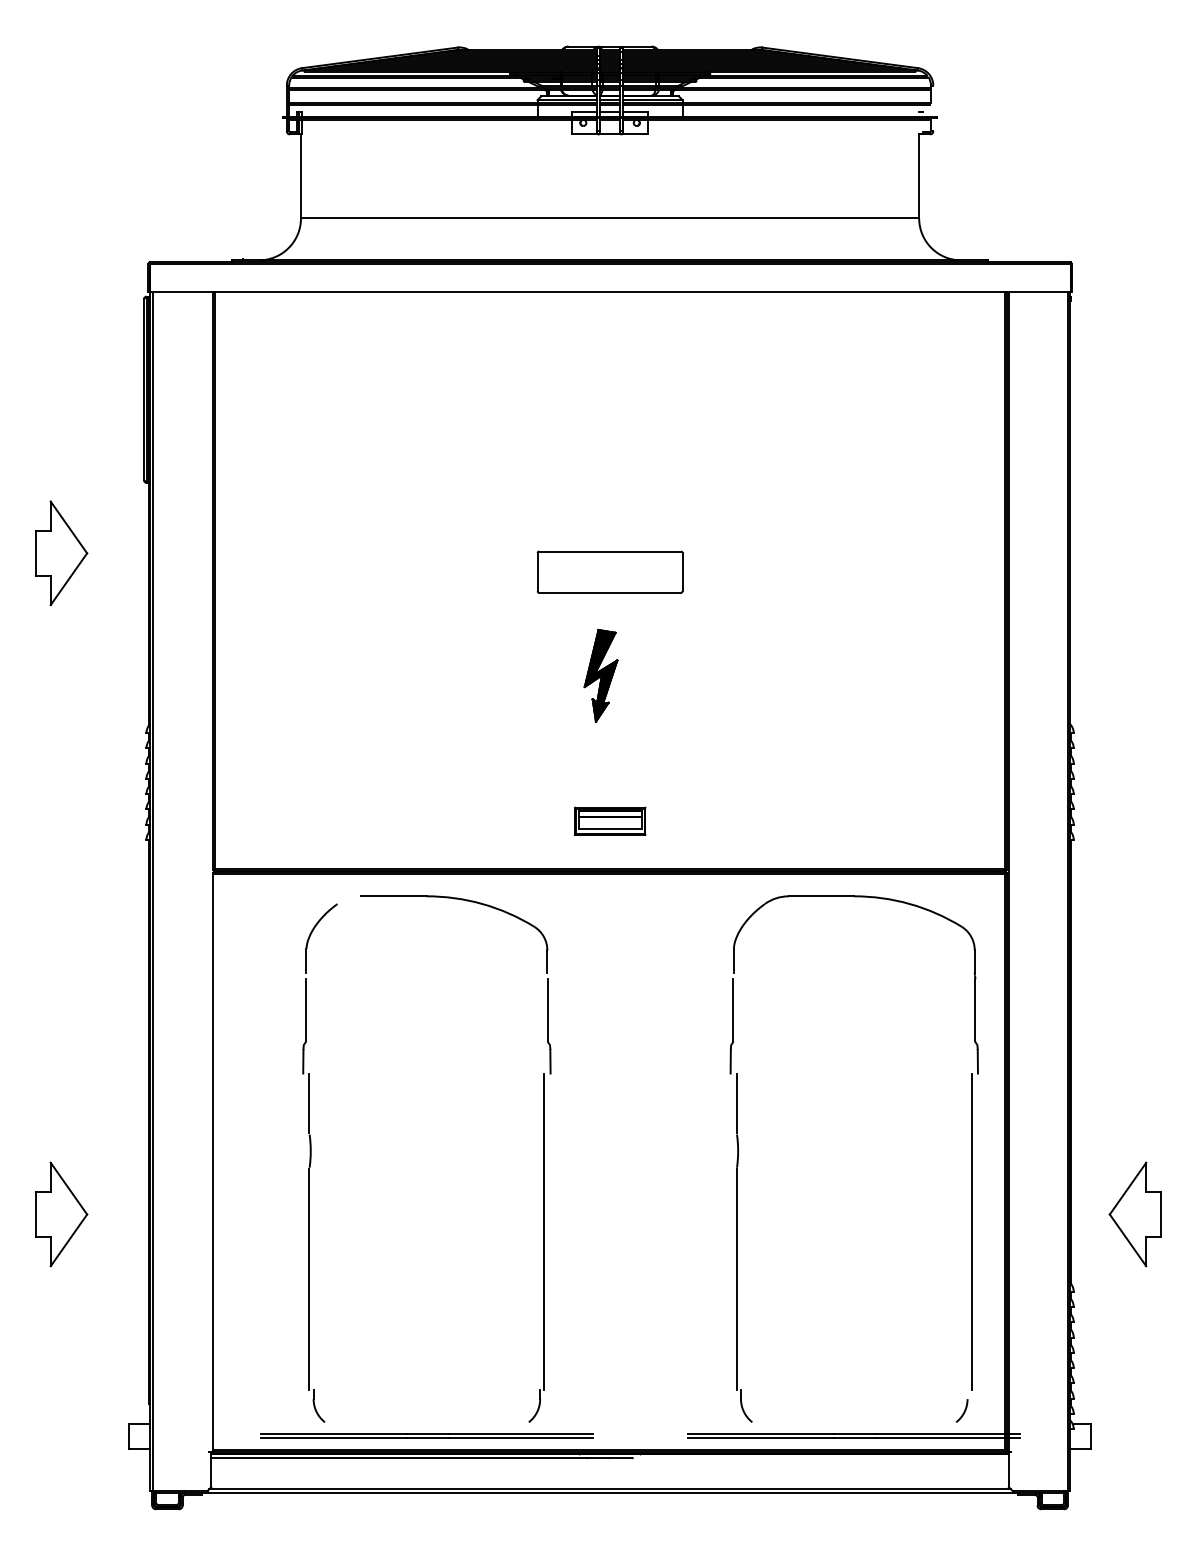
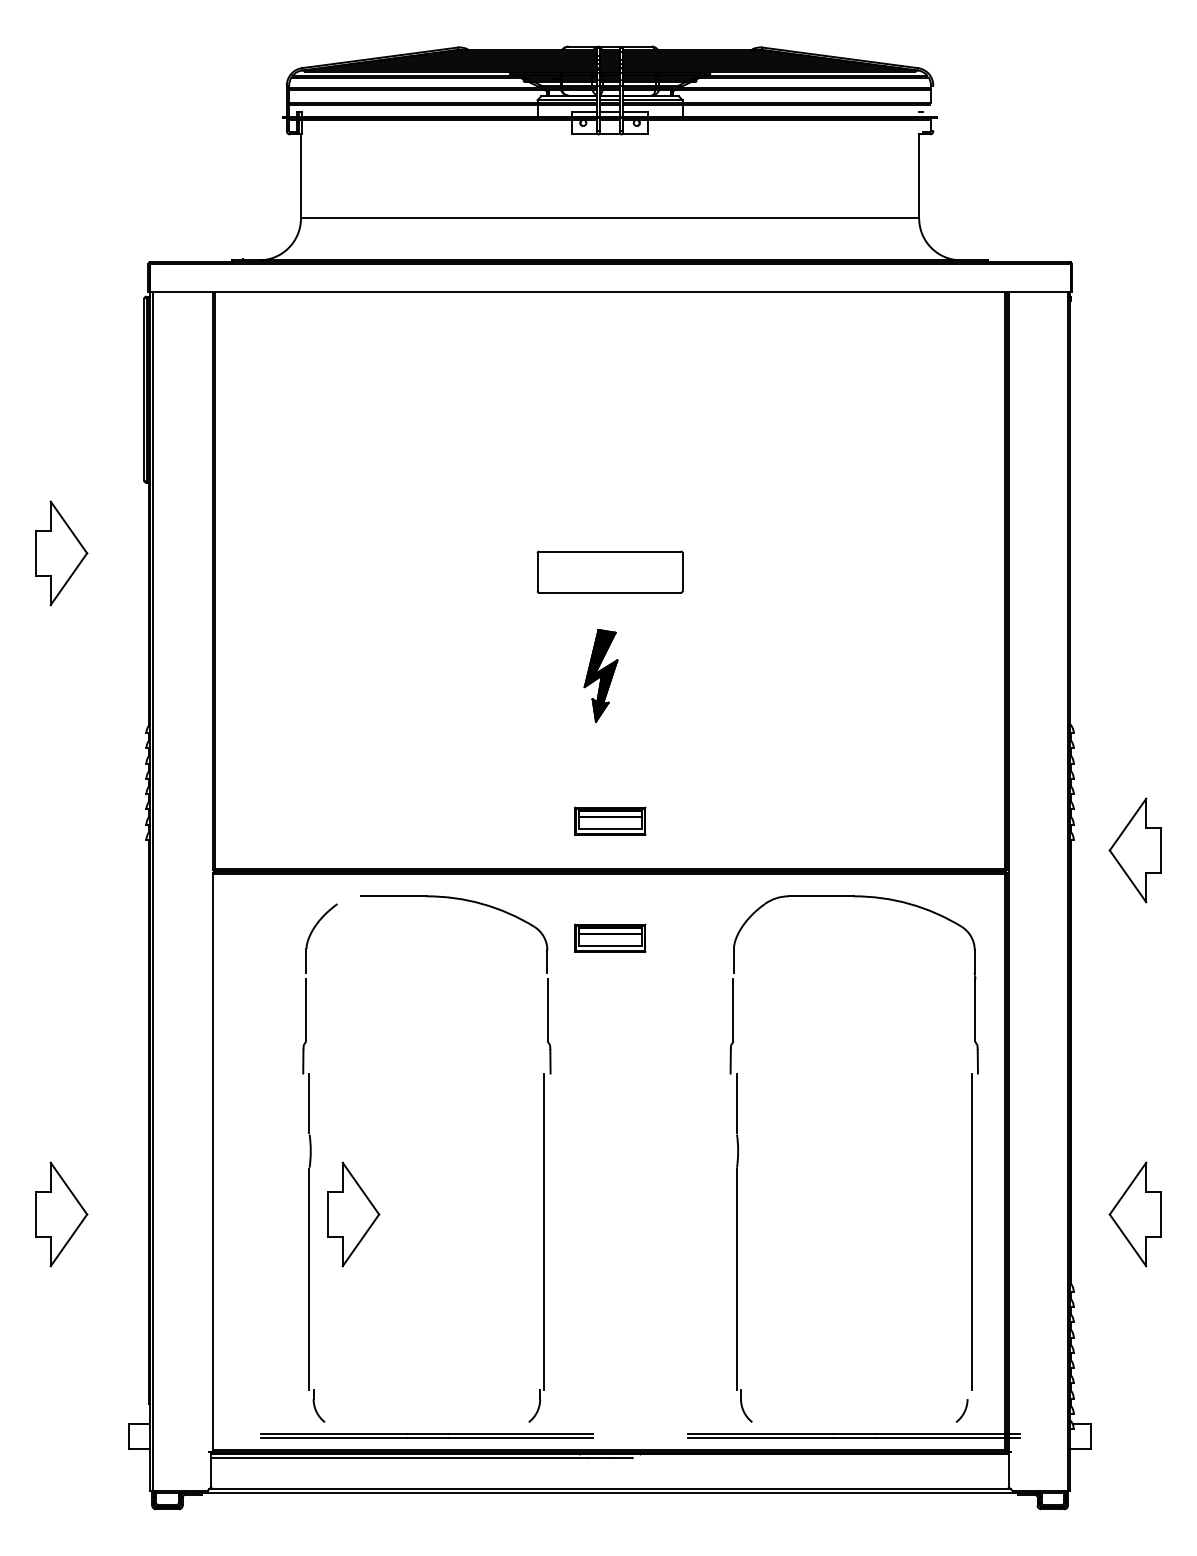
part at (1134, 850): none -> present
part at (610, 937): none -> present
part at (353, 1214): none -> present
